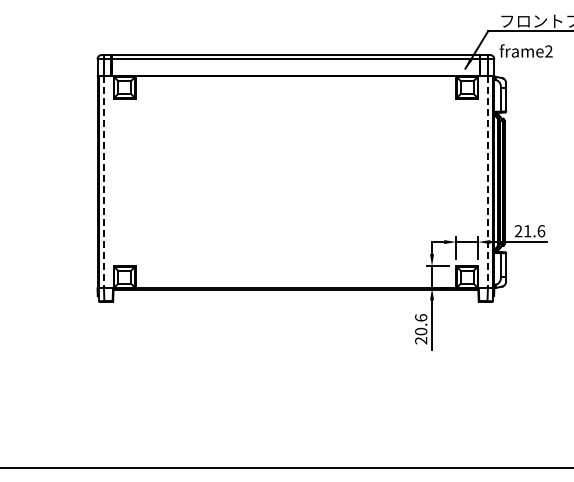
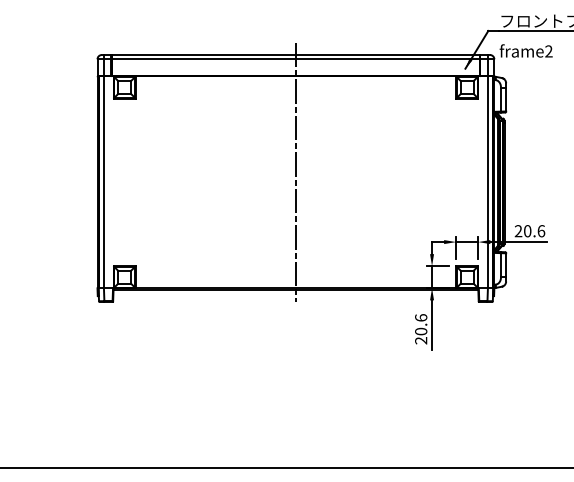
line at (295, 171): none -> present
line at (104, 182): dashed -> solid
line at (487, 182): dashed -> solid
text at (527, 231): 21.6 -> 20.6
